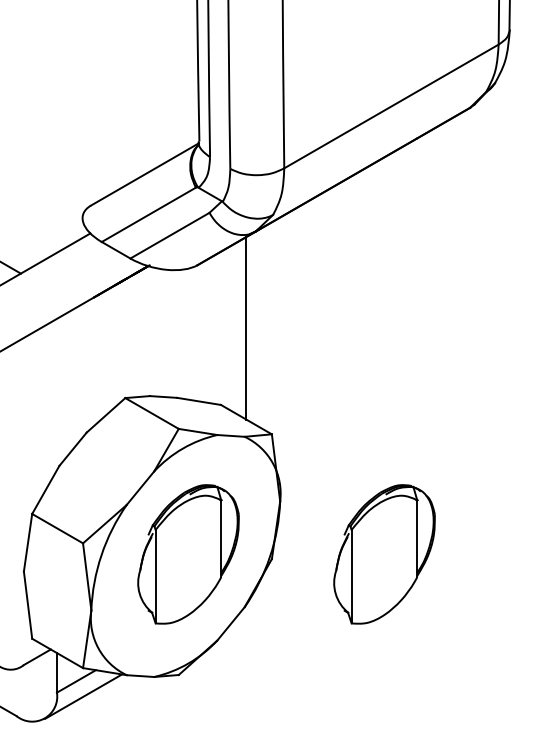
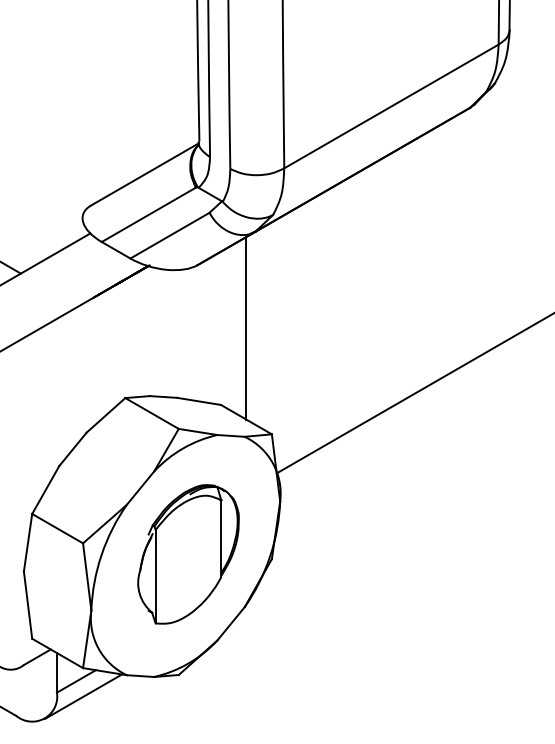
line at (413, 393): none -> present
part at (384, 554): present -> none
